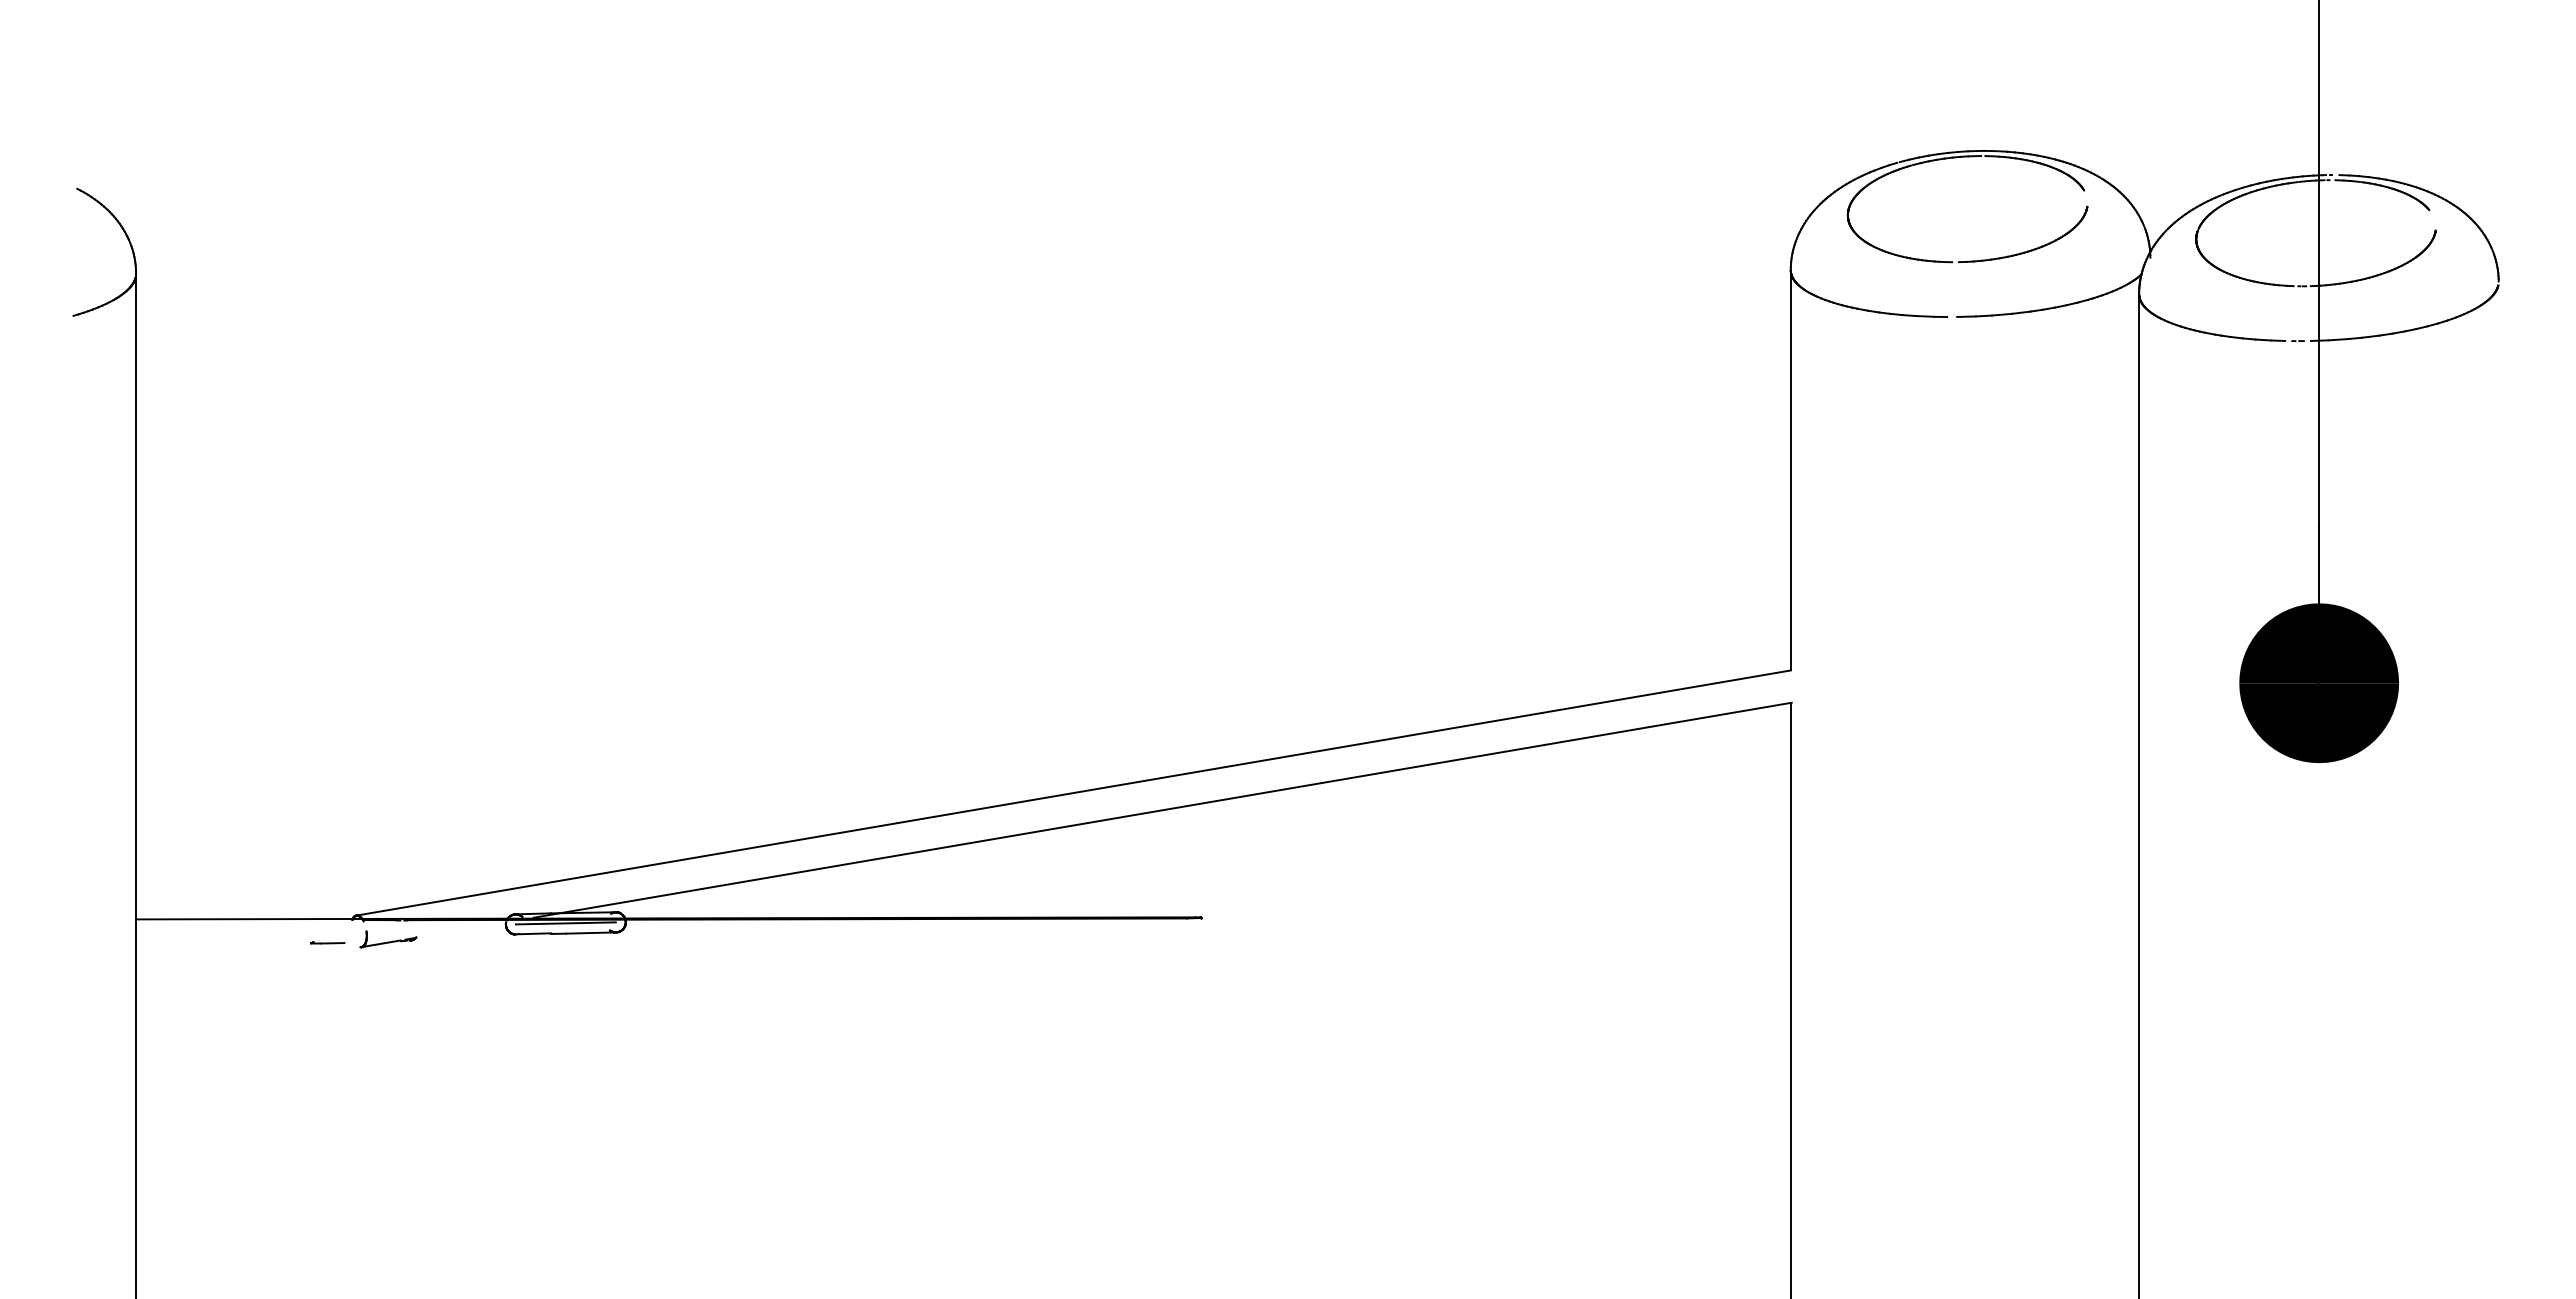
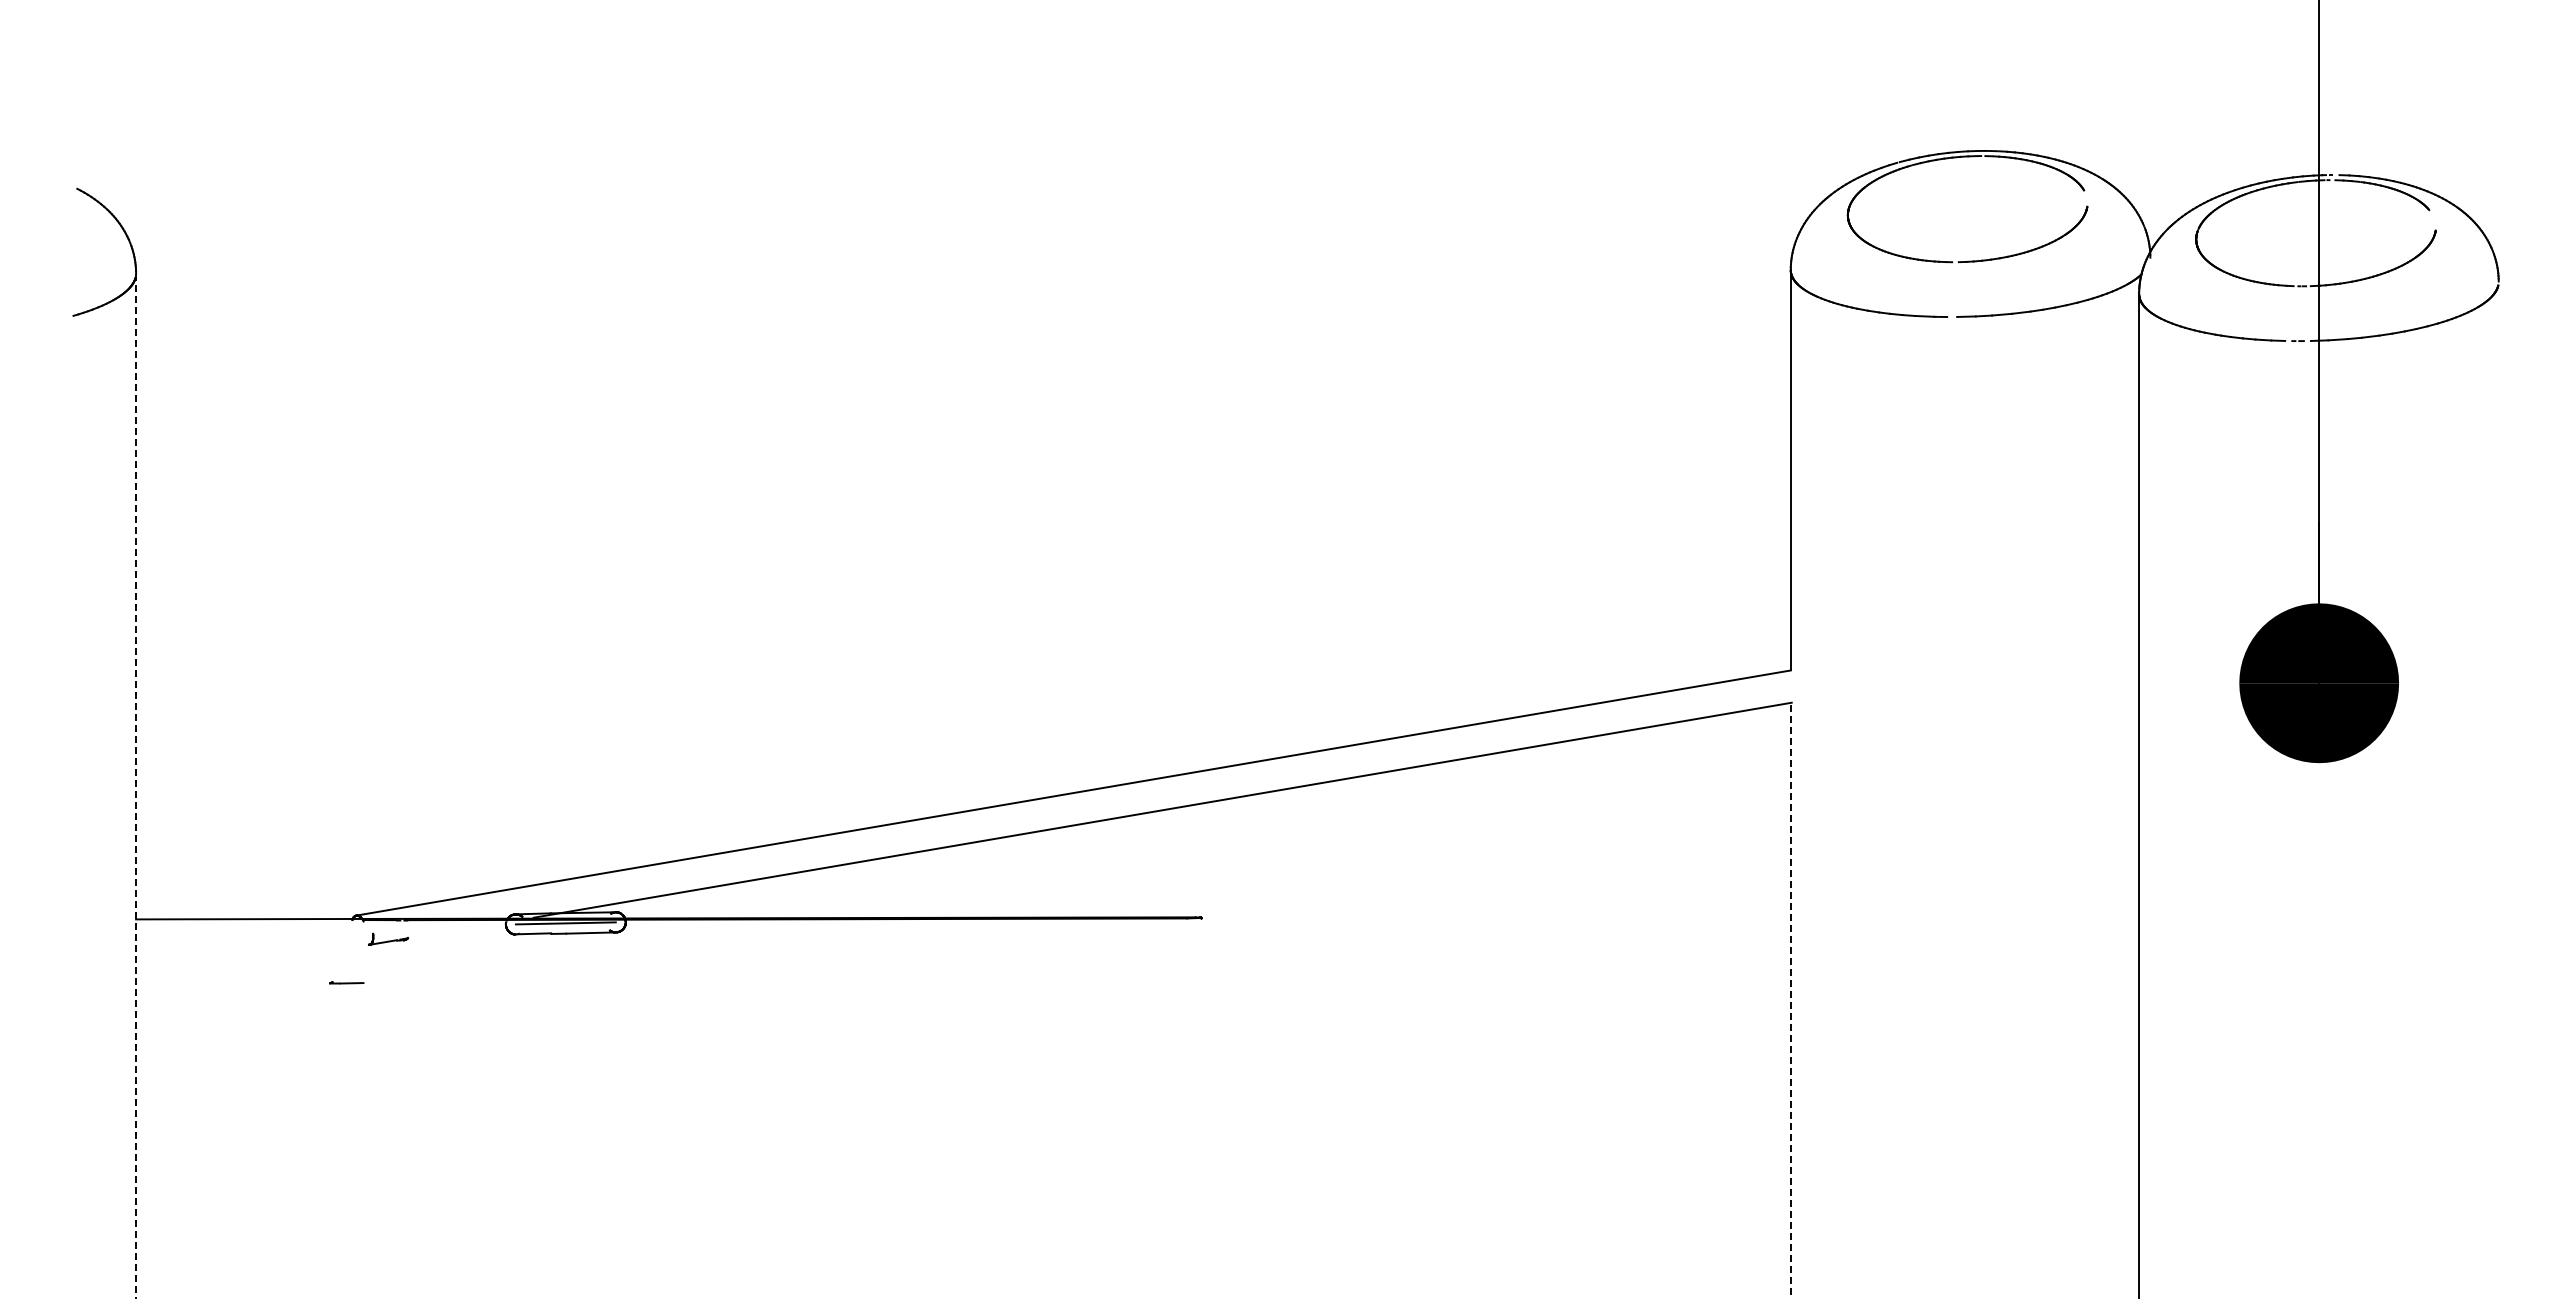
line at (136, 785): solid -> dashed
part at (388, 939) size: 59x19 px -> 42x14 px
line at (327, 942) position: (327, 942) -> (346, 982)
line at (1790, 1000): solid -> dashed
